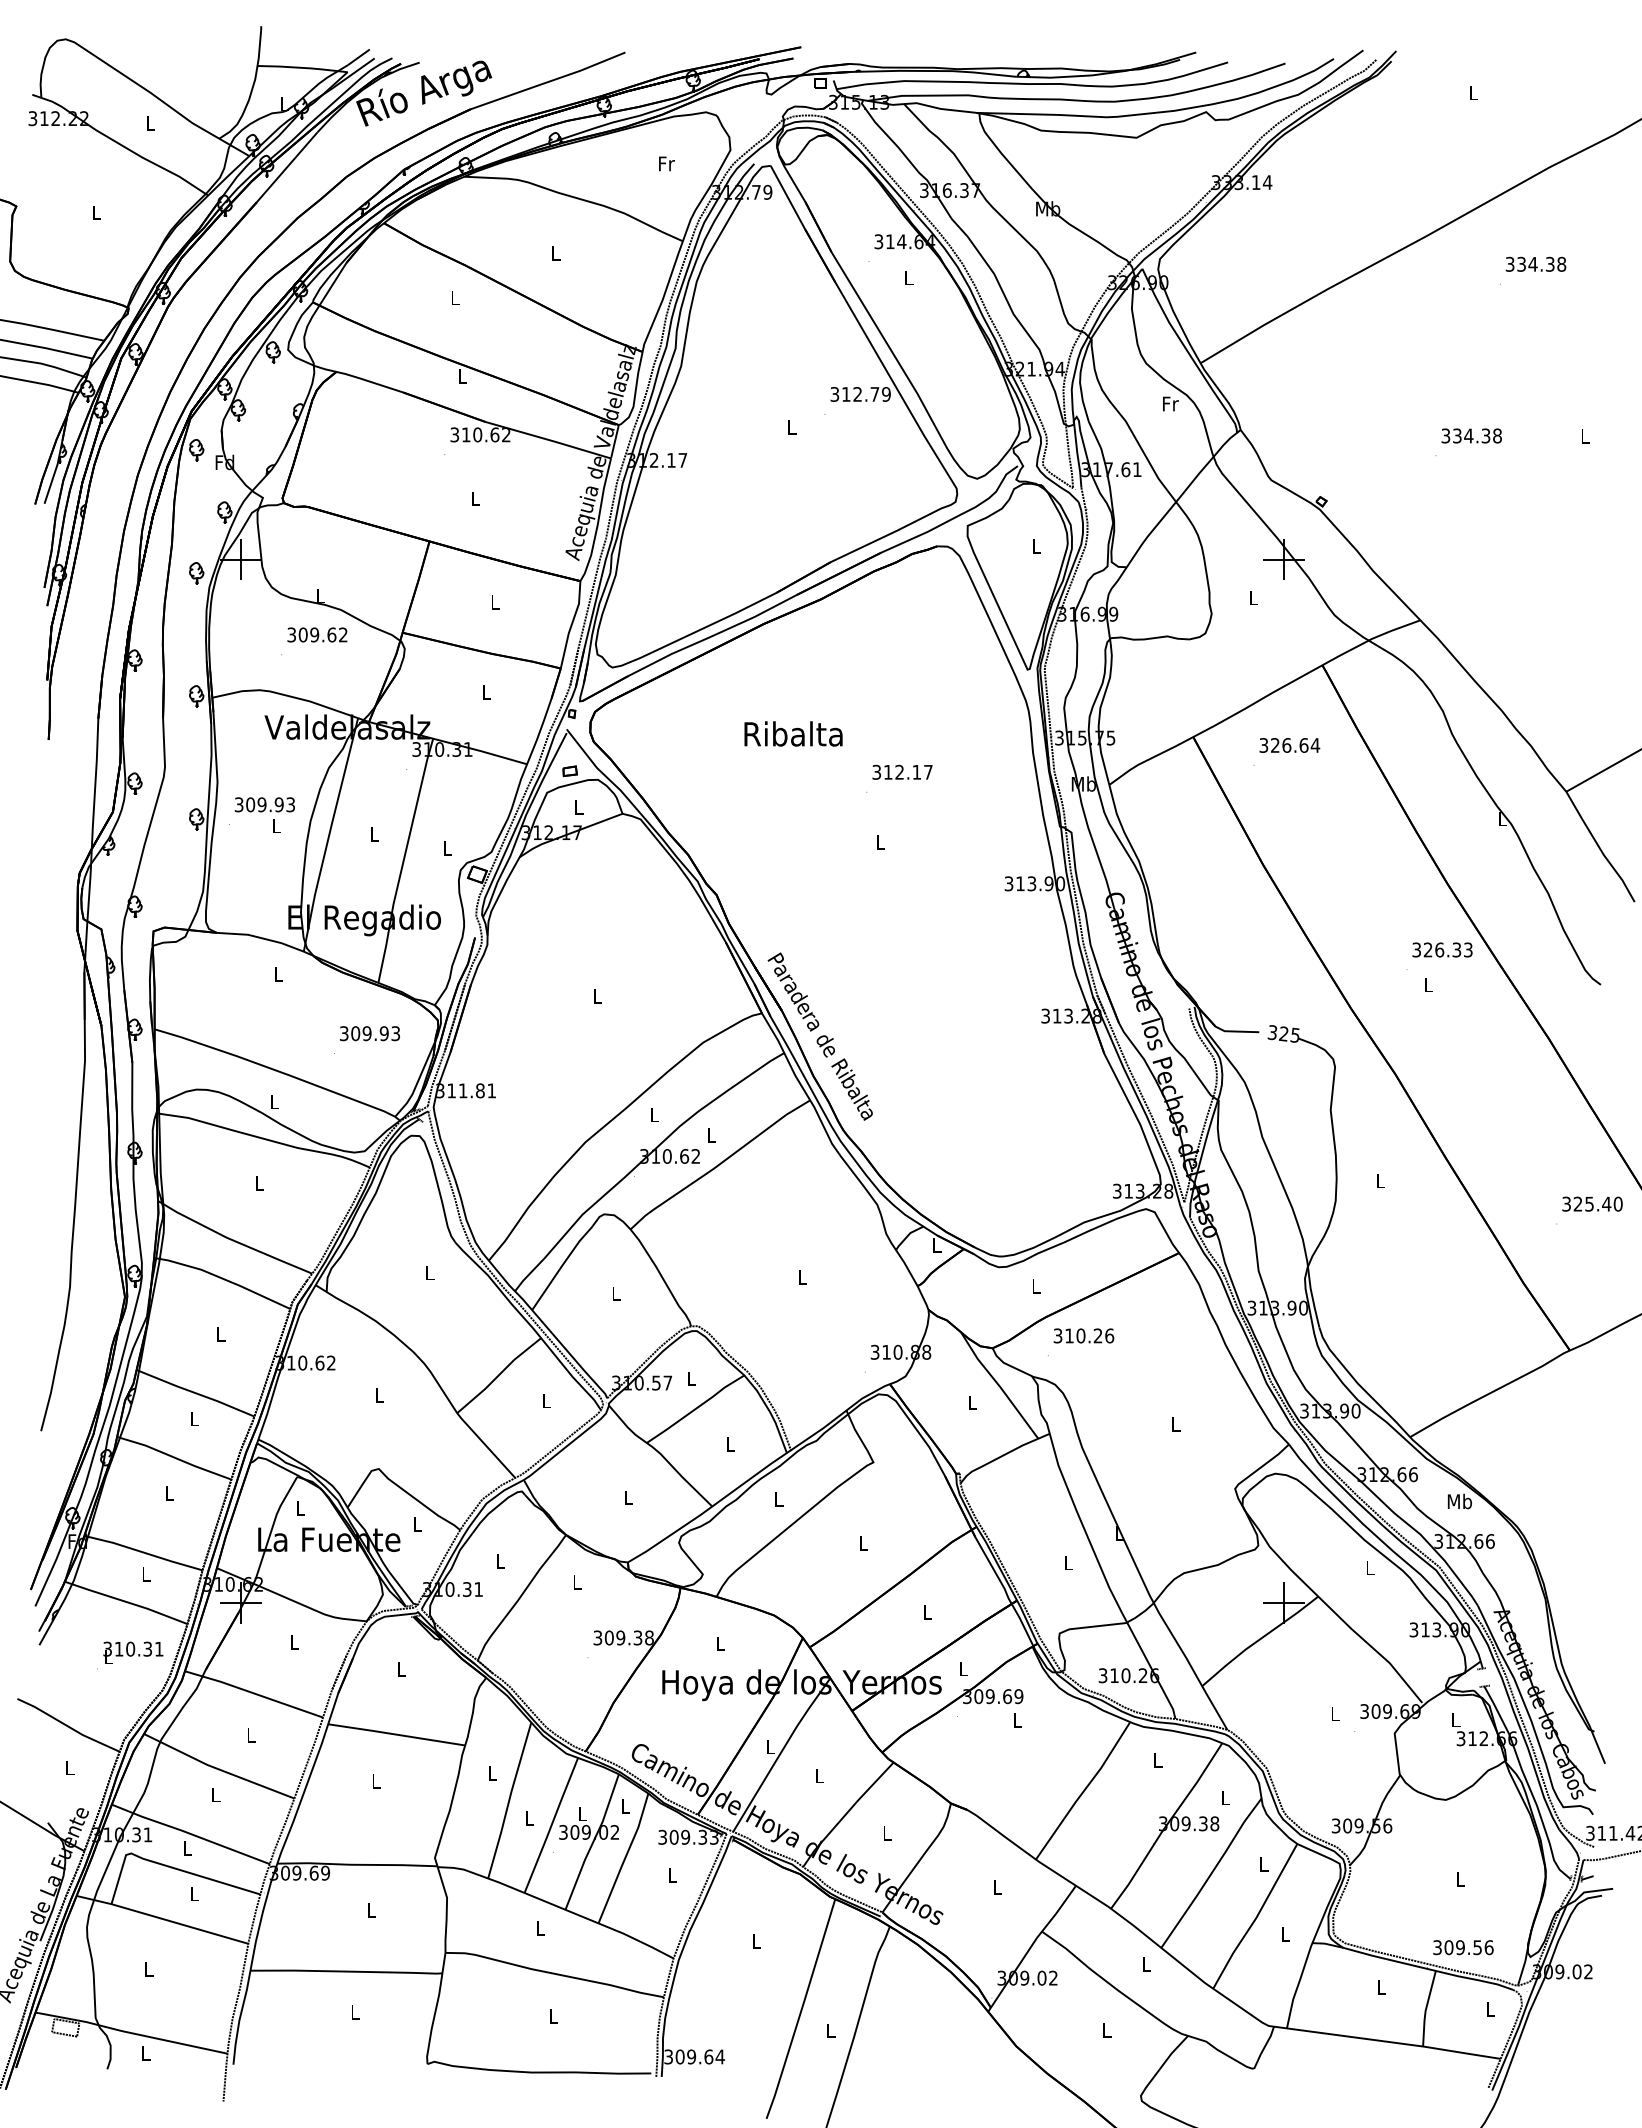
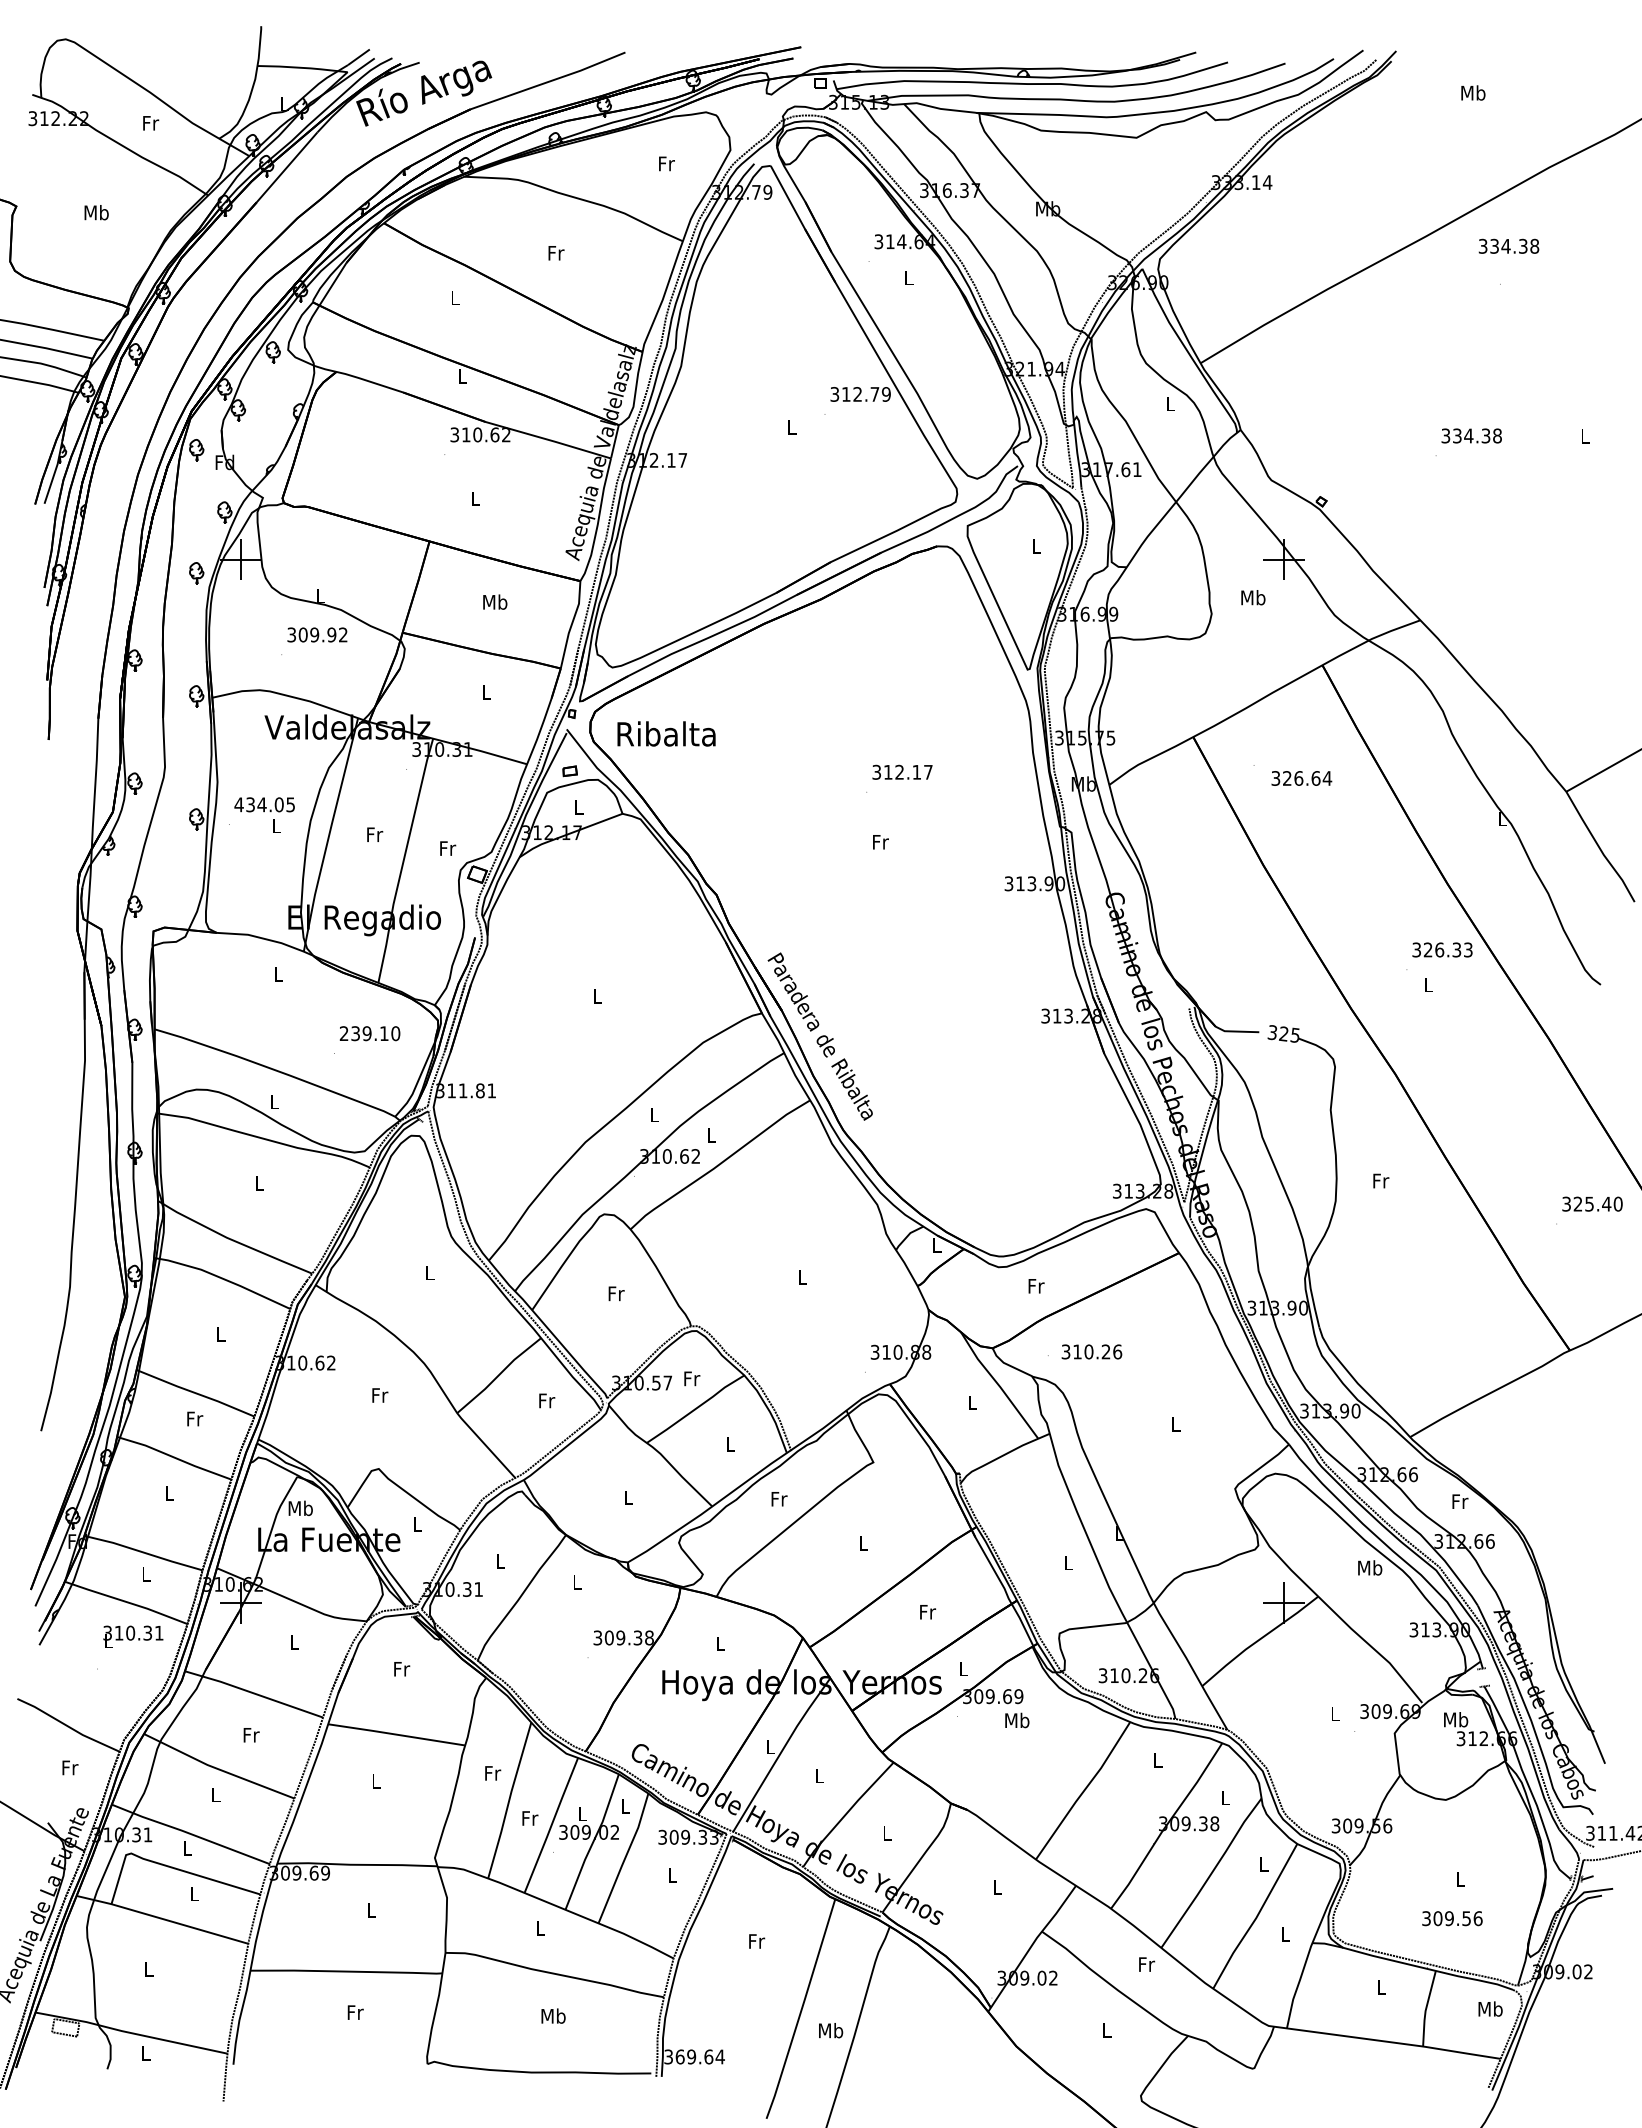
text at (1473, 92): L -> Mb
text at (151, 123): L -> Fr
text at (96, 212): L -> Mb
text at (556, 253): L -> Fr
text at (1535, 263) position: (1535, 263) -> (1508, 245)
text at (1170, 403): Fr -> L
text at (1253, 597): L -> Mb
text at (495, 601): L -> Mb
text at (331, 634): 309.62 -> 309.92
text at (793, 733) position: (793, 733) -> (666, 733)
text at (1289, 745) position: (1289, 745) -> (1301, 778)
text at (264, 804): 309.93 -> 434.05
text at (375, 834): L -> Fr
text at (880, 842): L -> Fr
text at (448, 848): L -> Fr
text at (370, 1033): 309.93 -> 239.10
text at (1381, 1180): L -> Fr
text at (1036, 1286): L -> Fr
text at (616, 1293): L -> Fr
text at (1083, 1335) position: (1083, 1335) -> (1091, 1351)
text at (692, 1378): L -> Fr
text at (380, 1395): L -> Fr
text at (547, 1400): L -> Fr
text at (195, 1418): L -> Fr
text at (779, 1499): L -> Fr
text at (1459, 1501): Mb -> Fr
text at (300, 1508): L -> Mb
text at (1370, 1567): L -> Mb
text at (928, 1612): L -> Fr
text at (133, 1652) position: (133, 1652) -> (133, 1636)
text at (402, 1669): L -> Fr
text at (1456, 1719): L -> Mb
text at (1017, 1720): L -> Mb
text at (251, 1735): L -> Fr
text at (70, 1767): L -> Fr
text at (493, 1773): L -> Fr
text at (530, 1818): L -> Fr
text at (757, 1941): L -> Fr
text at (1463, 1947) position: (1463, 1947) -> (1452, 1918)
text at (1147, 1964): L -> Fr
text at (1490, 2008): L -> Mb
text at (355, 2012): L -> Fr
text at (553, 2015): L -> Mb
text at (831, 2030): L -> Mb
text at (679, 2056): 309.64 -> 369.64
